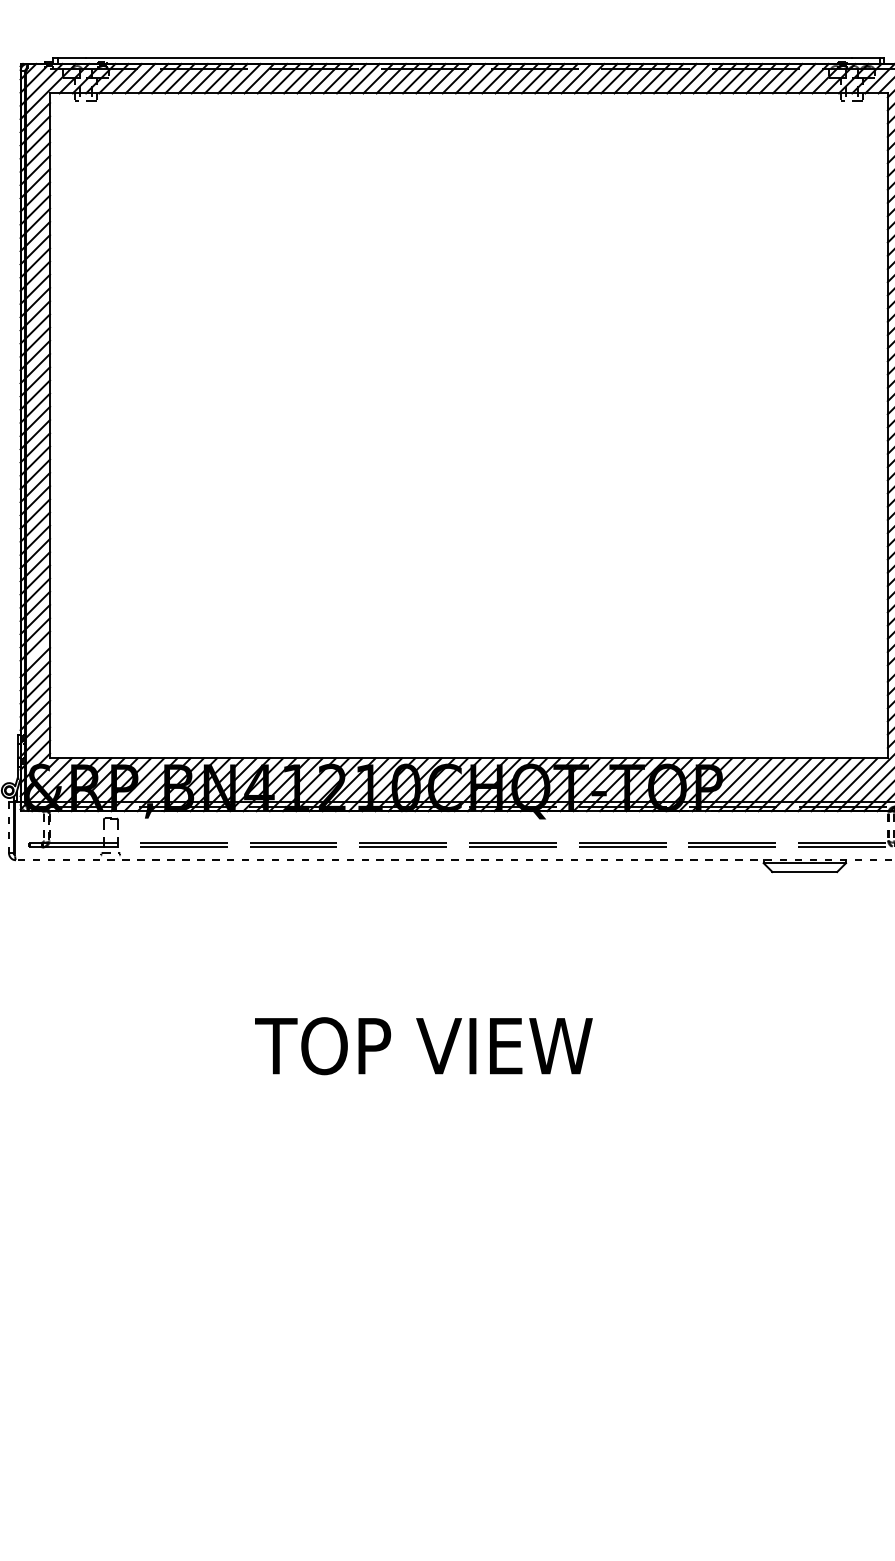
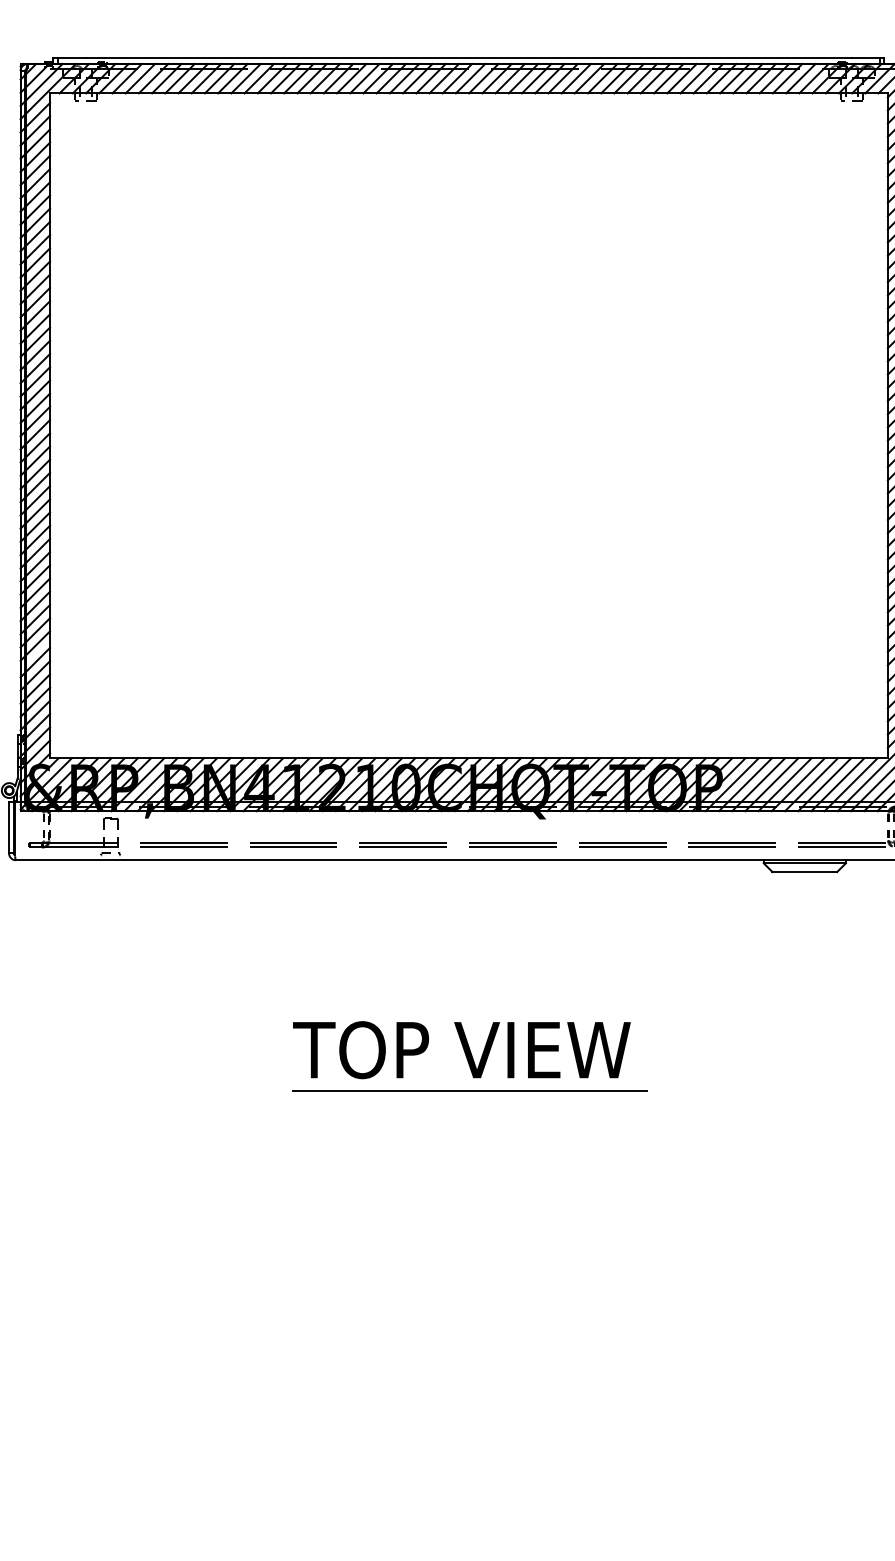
line at (9, 827): dashed -> solid
line at (454, 860): dashed -> solid
text at (423, 1046) position: (423, 1046) -> (461, 1050)
line at (469, 1090): none -> present
